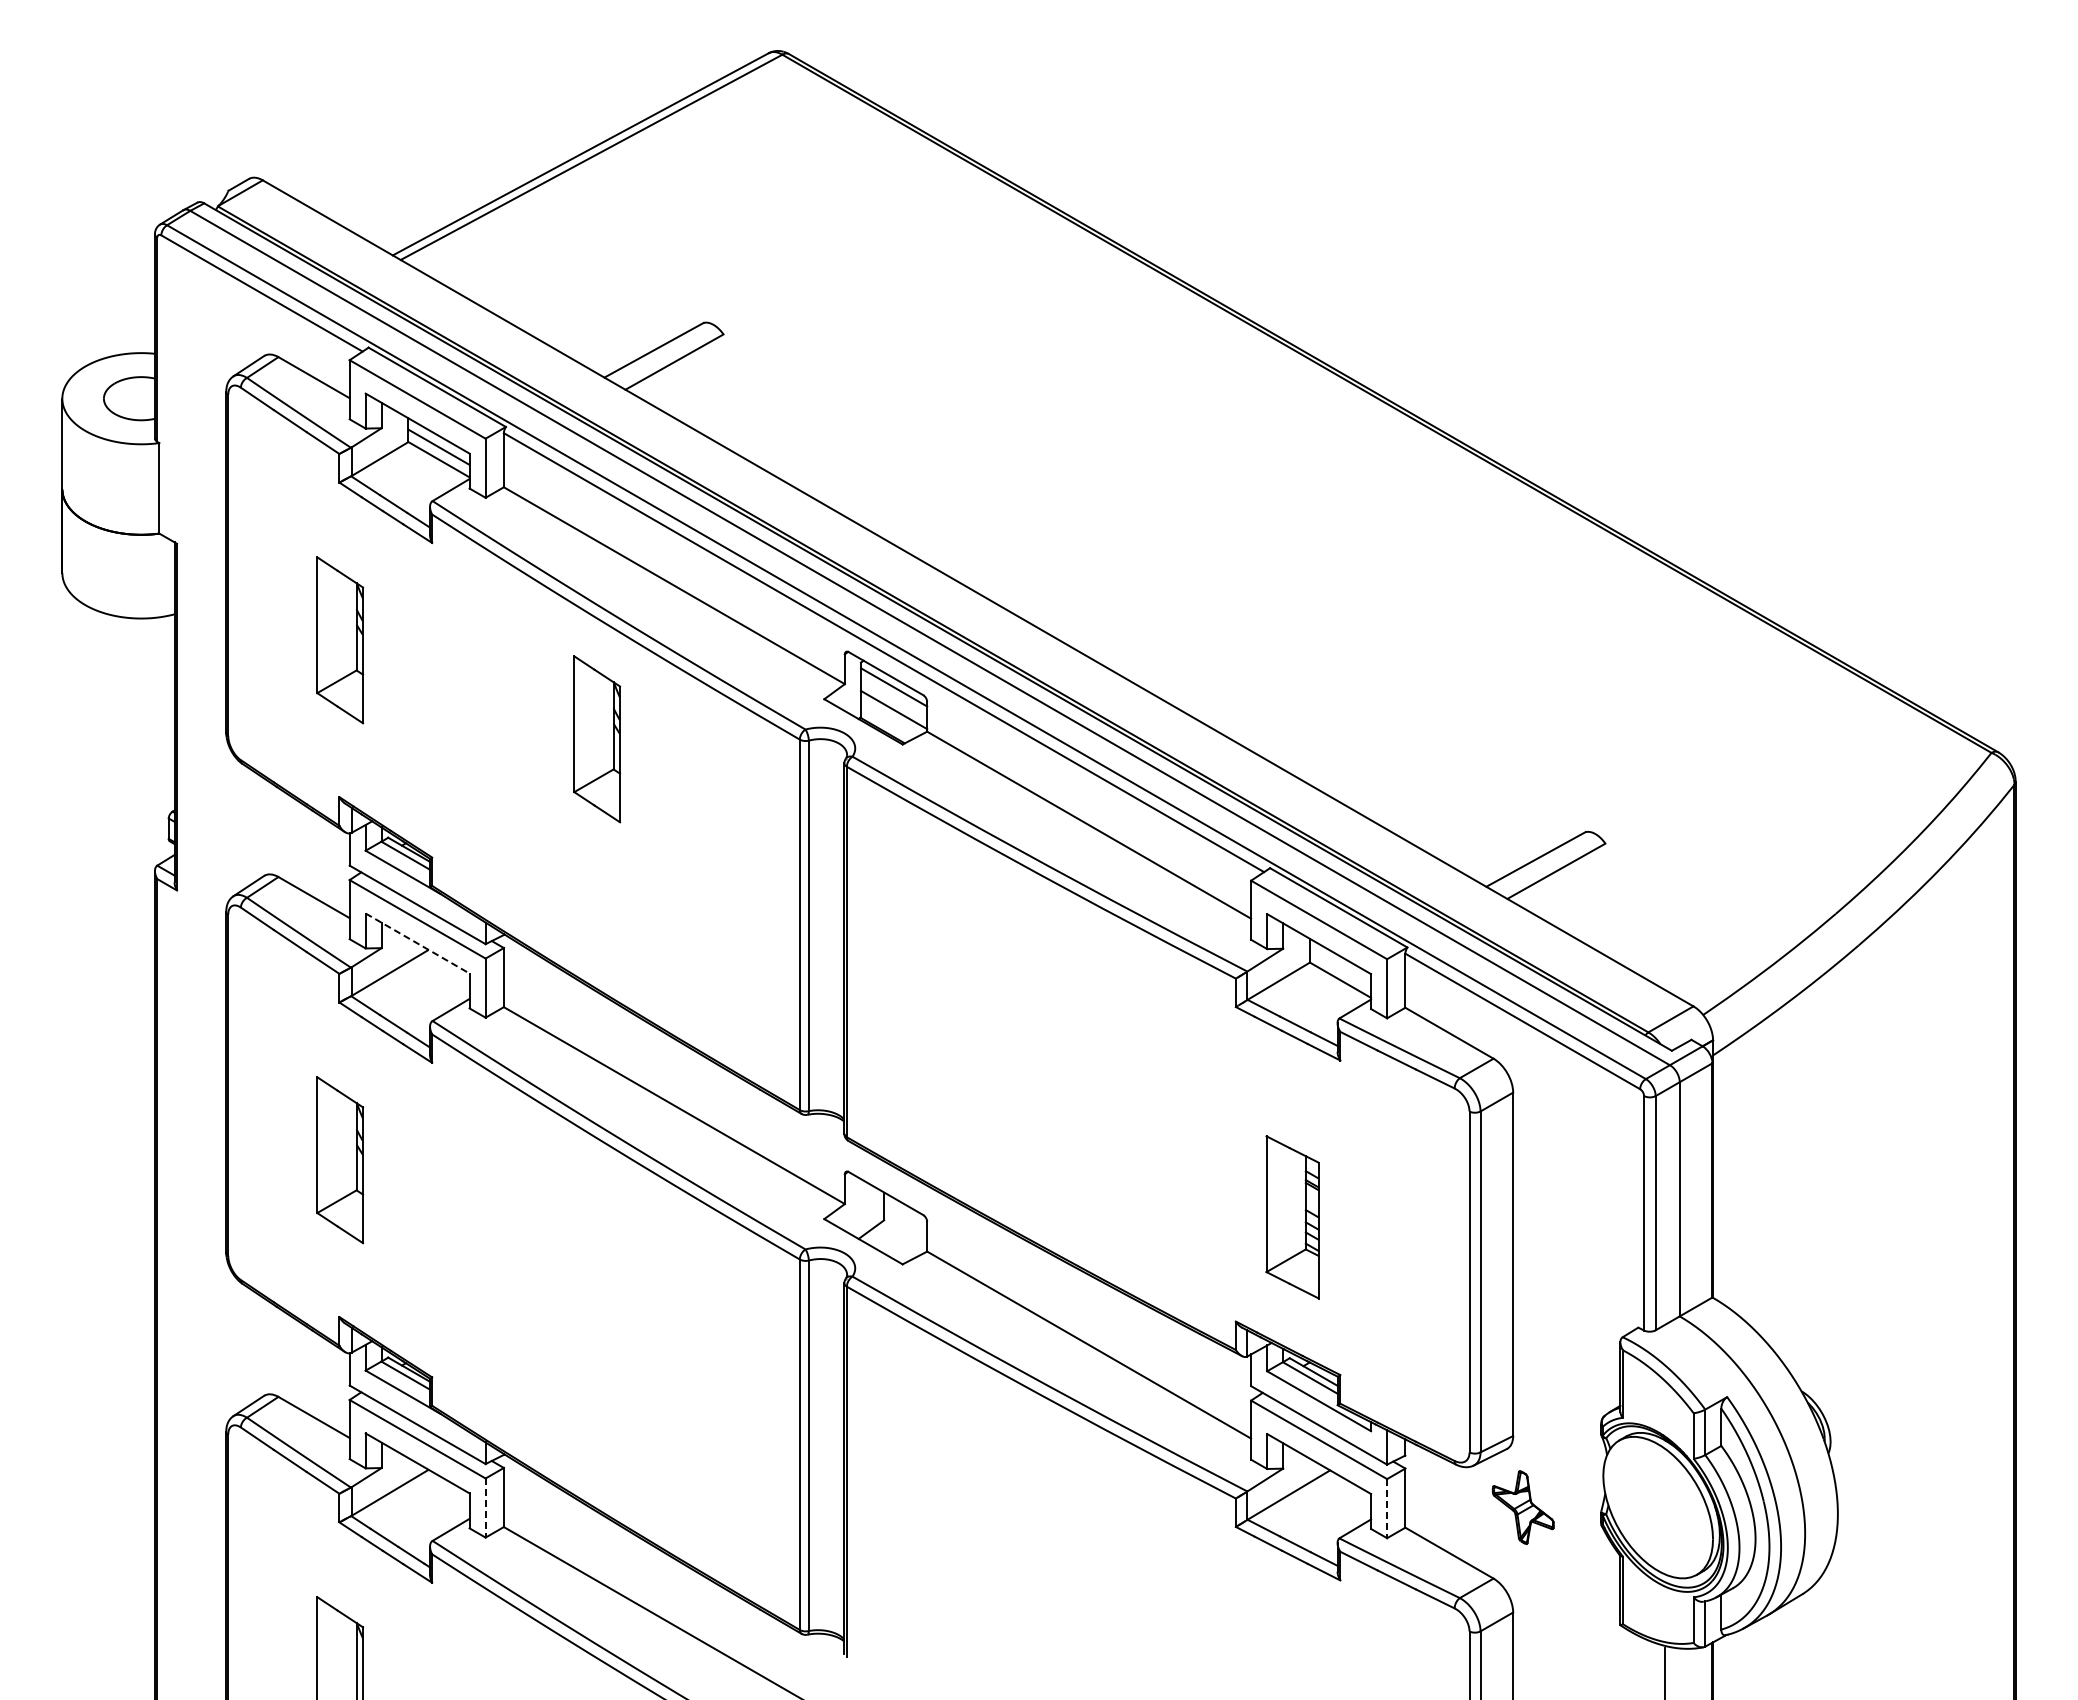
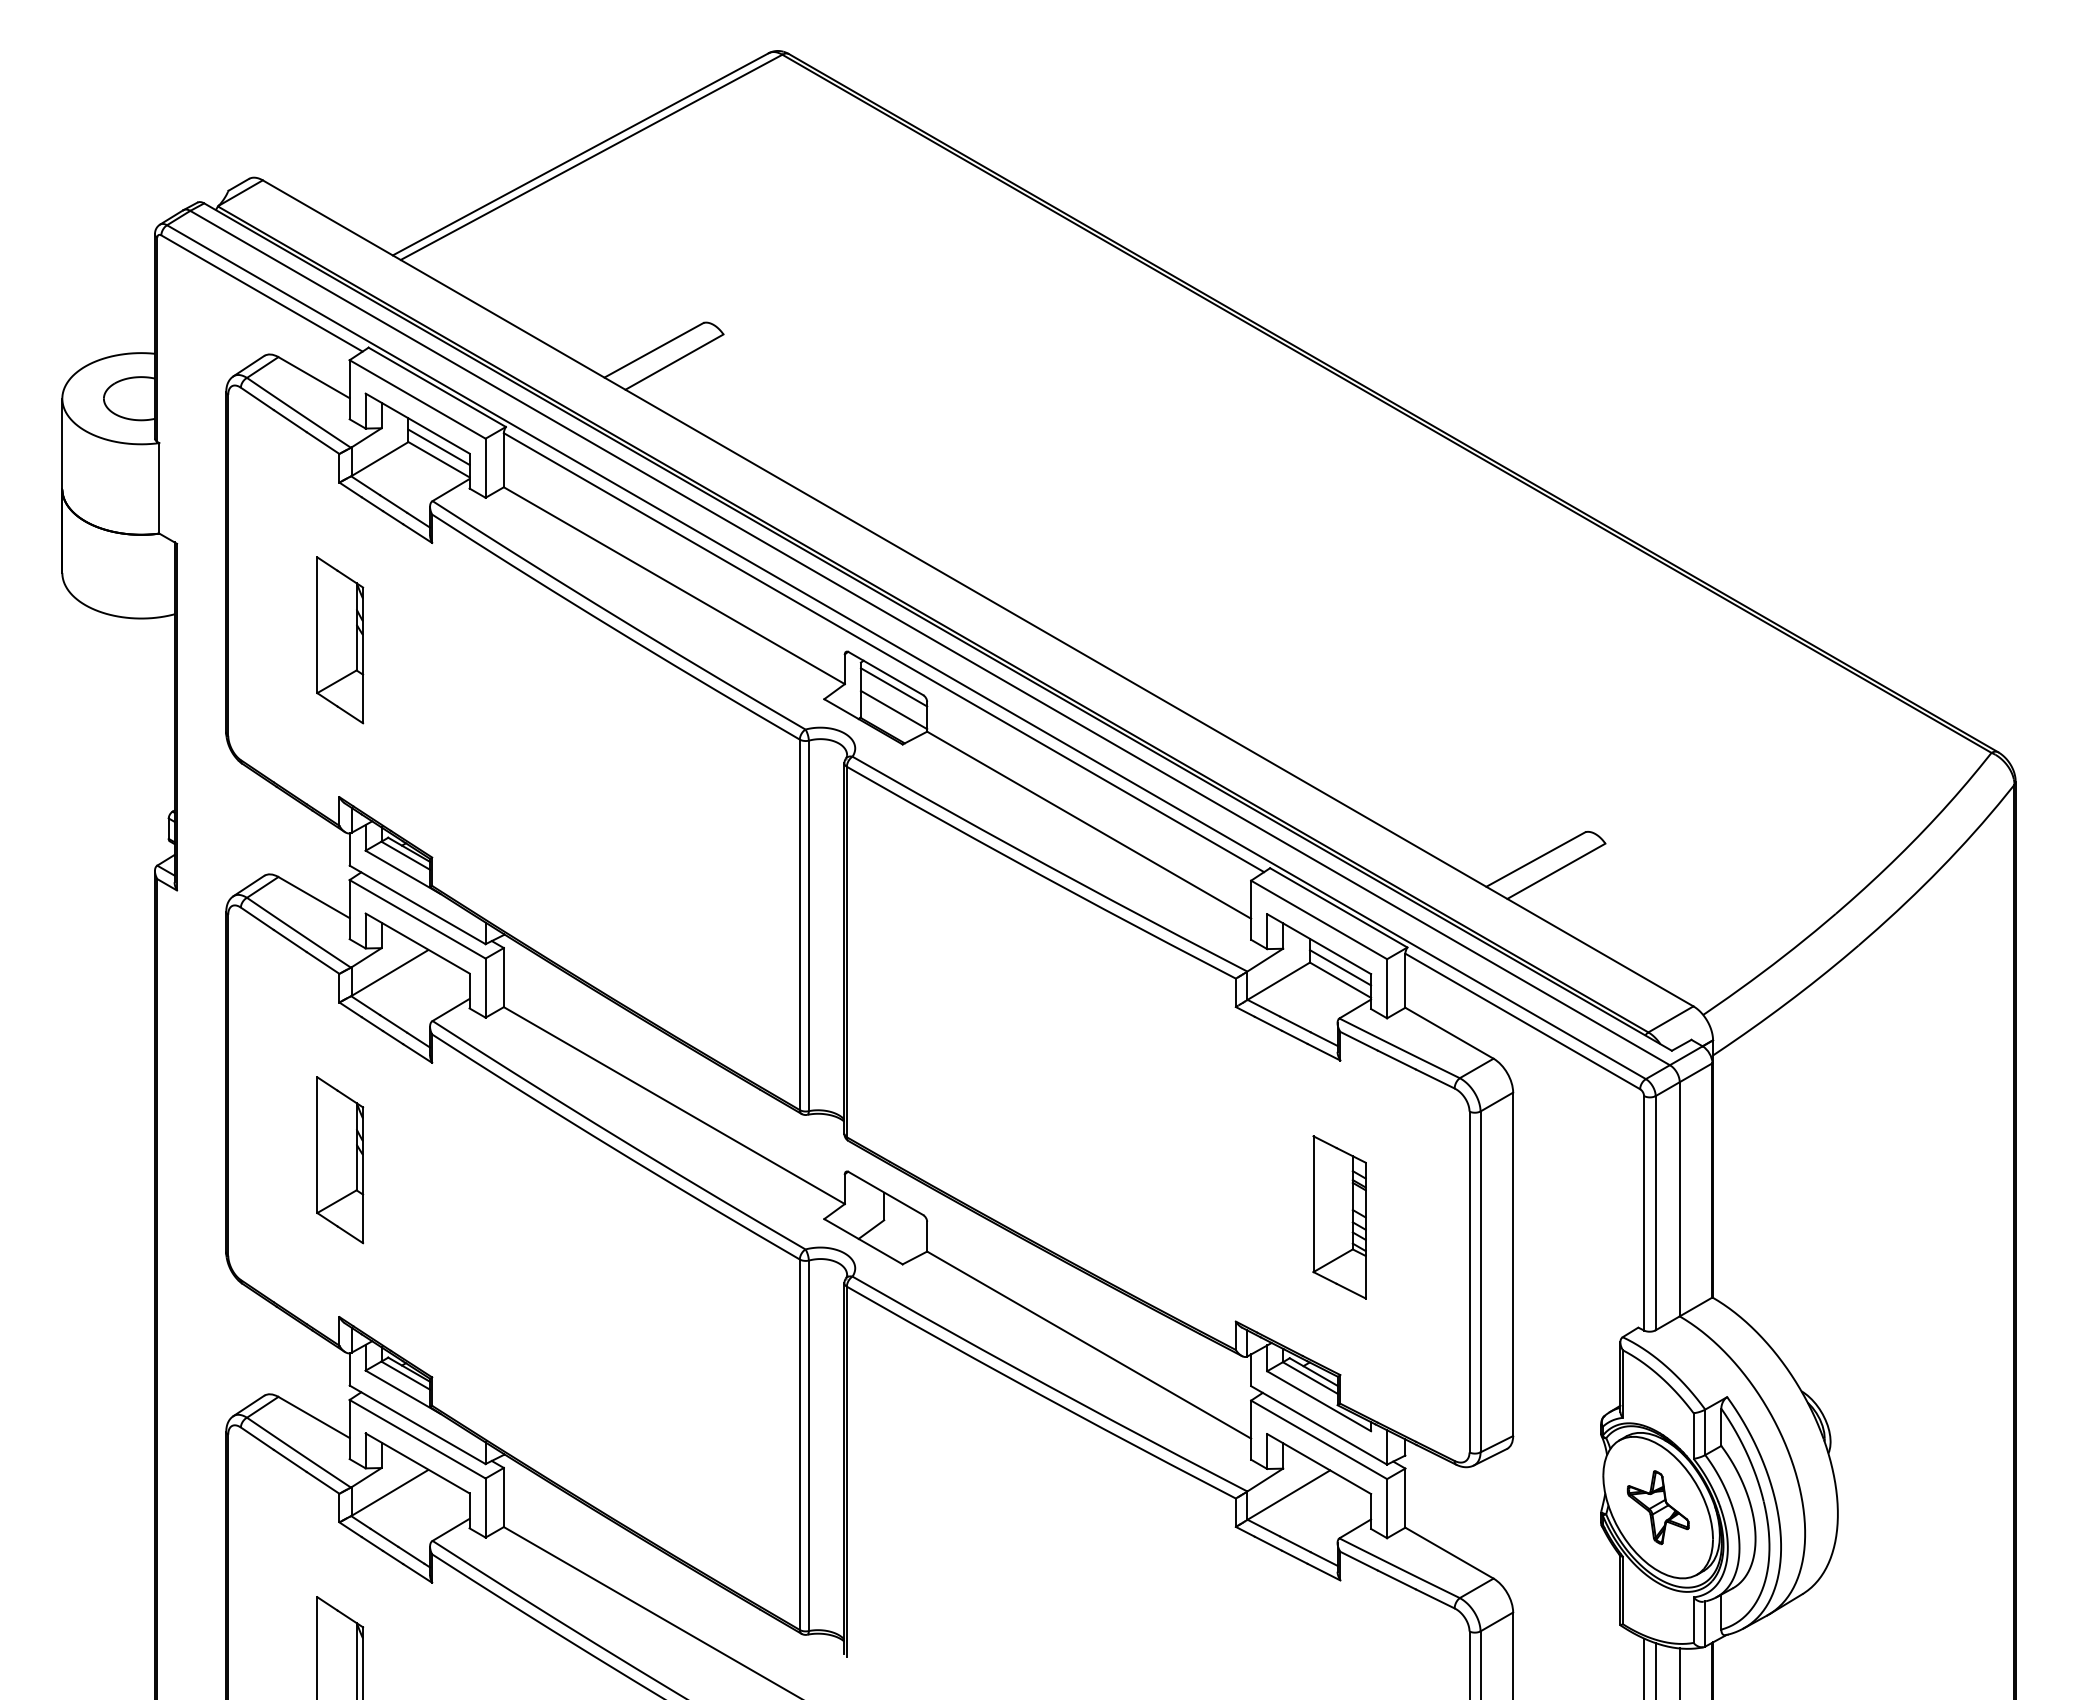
part at (597, 739): present -> none
line at (417, 943): dashed -> solid
line at (1340, 967): none -> present
part at (1292, 1217) position: (1292, 1217) -> (1339, 1217)
part at (1522, 1507) position: (1522, 1507) -> (1657, 1507)
line at (485, 1508): dashed -> solid
line at (1387, 1508): dashed -> solid
line at (1644, 1667): none -> present
line at (1655, 1669): none -> present
line at (1664, 1672) position: (1664, 1672) -> (1679, 1672)
